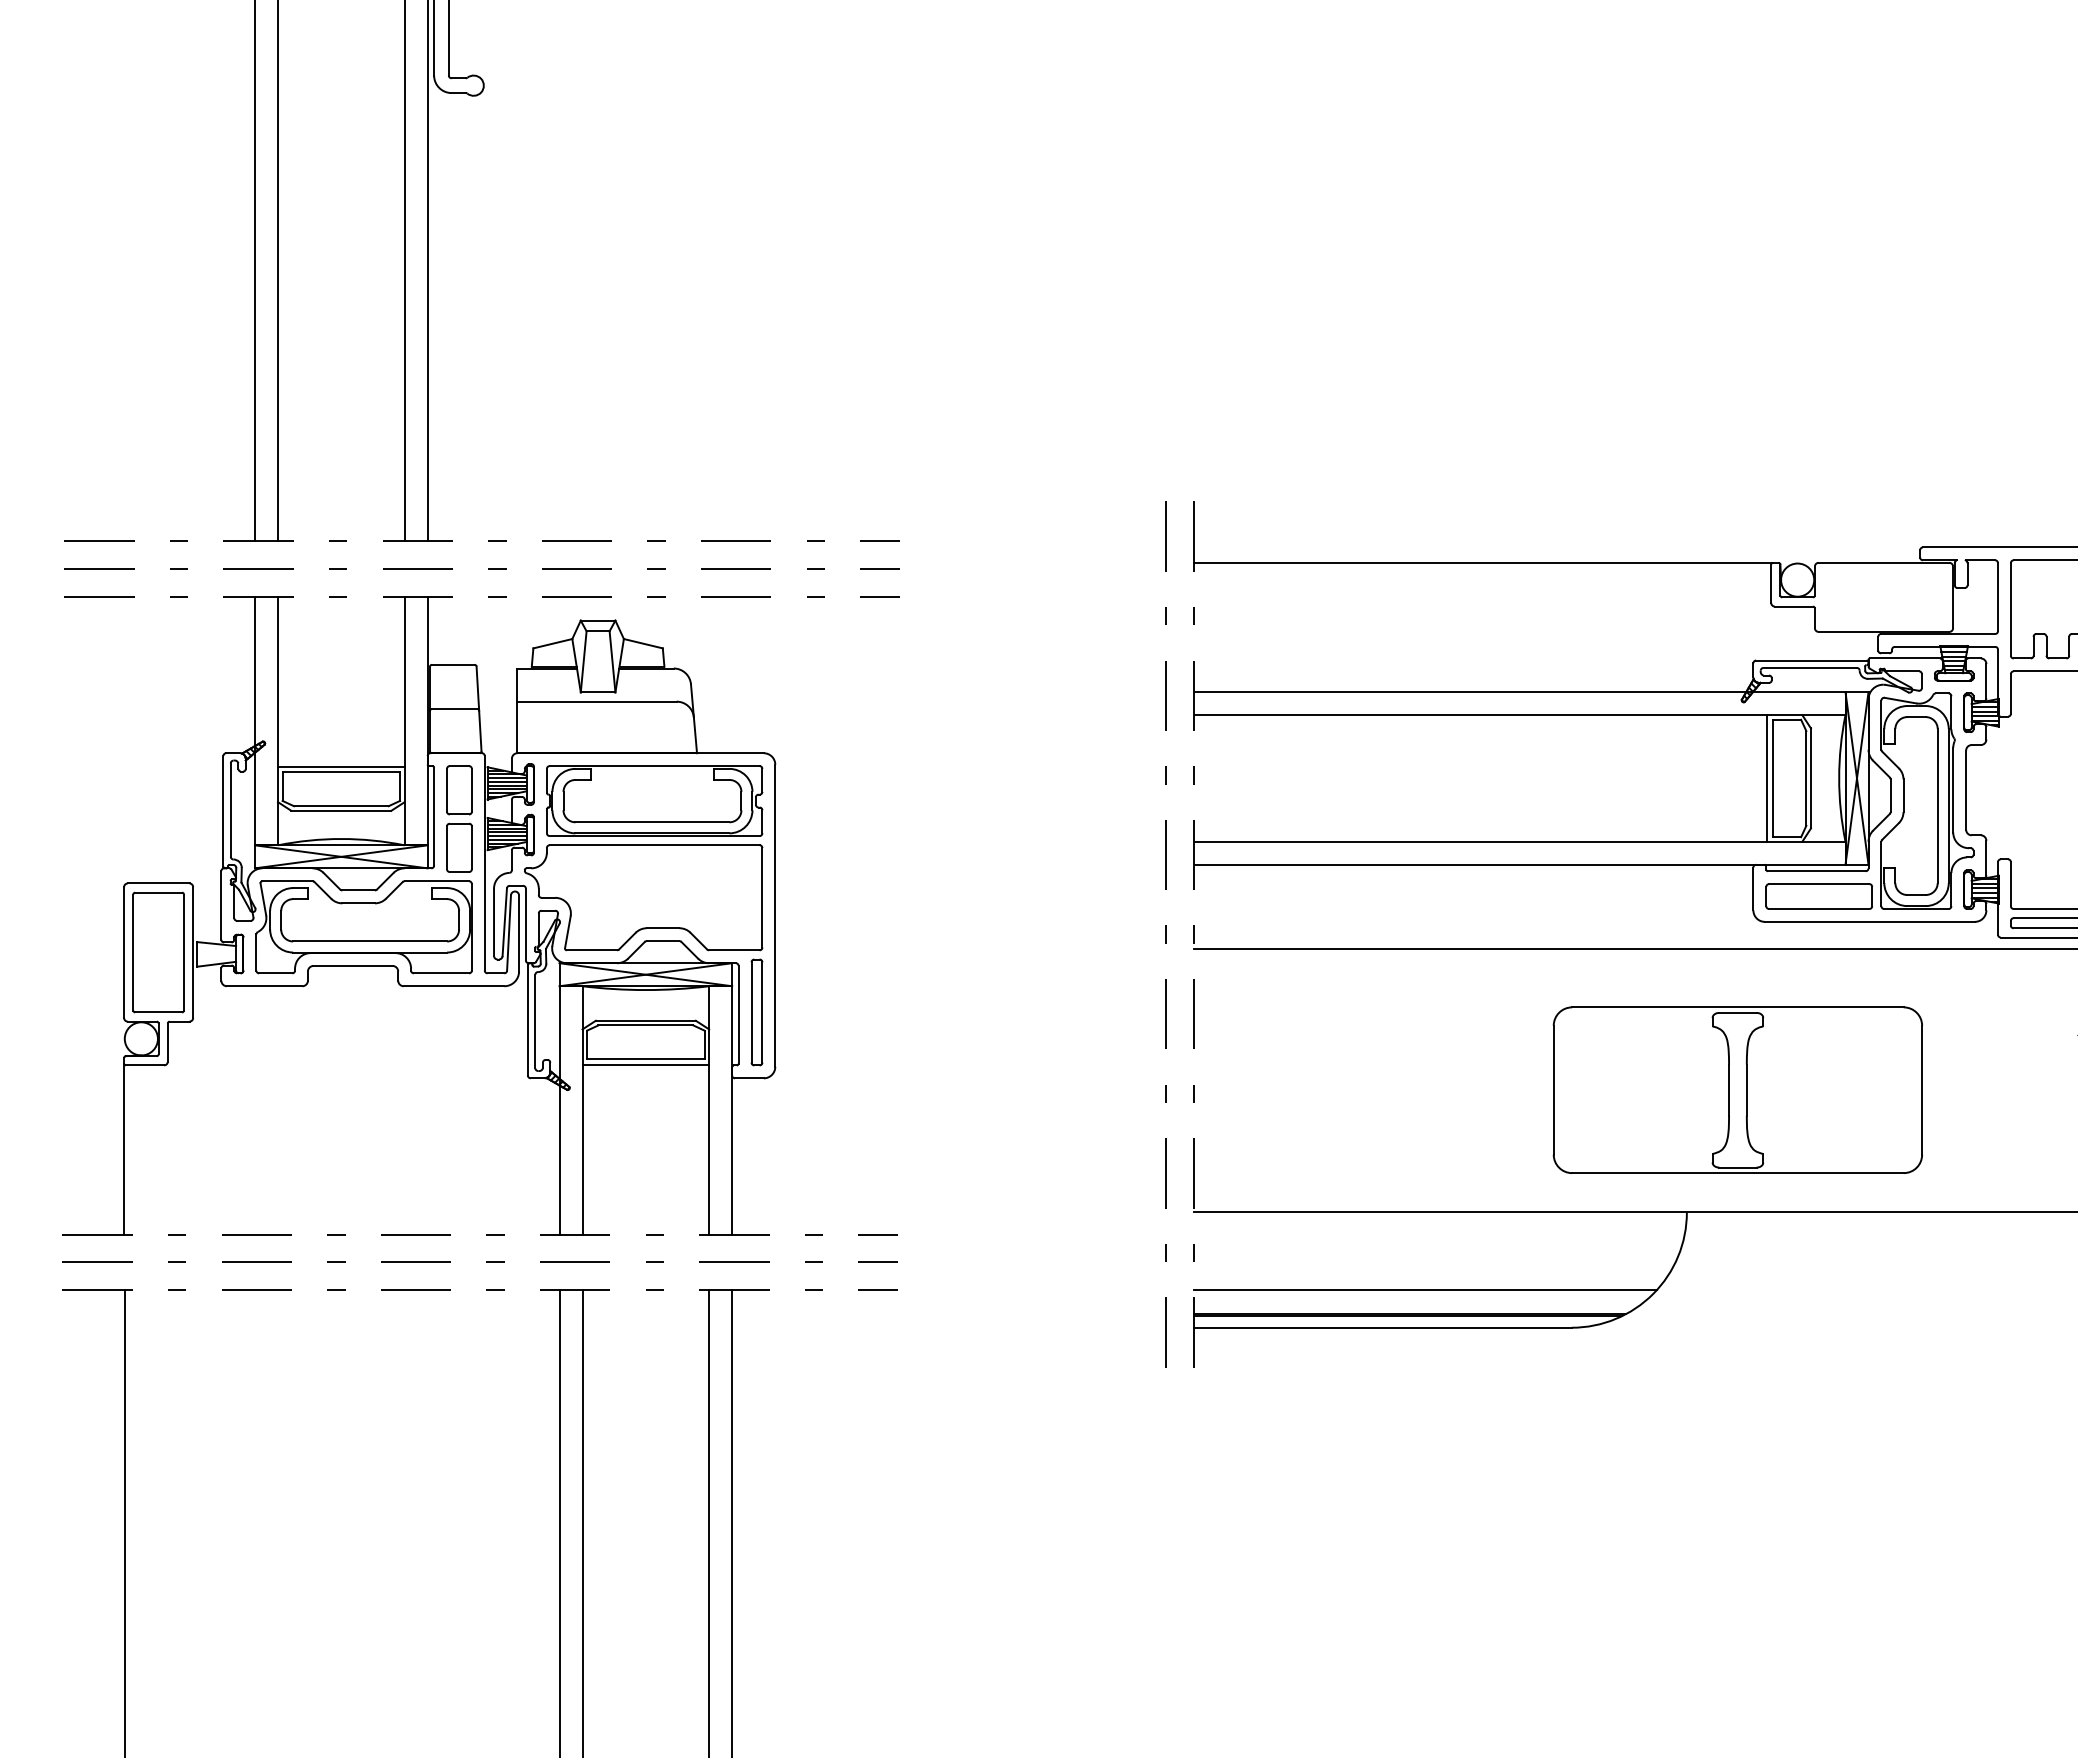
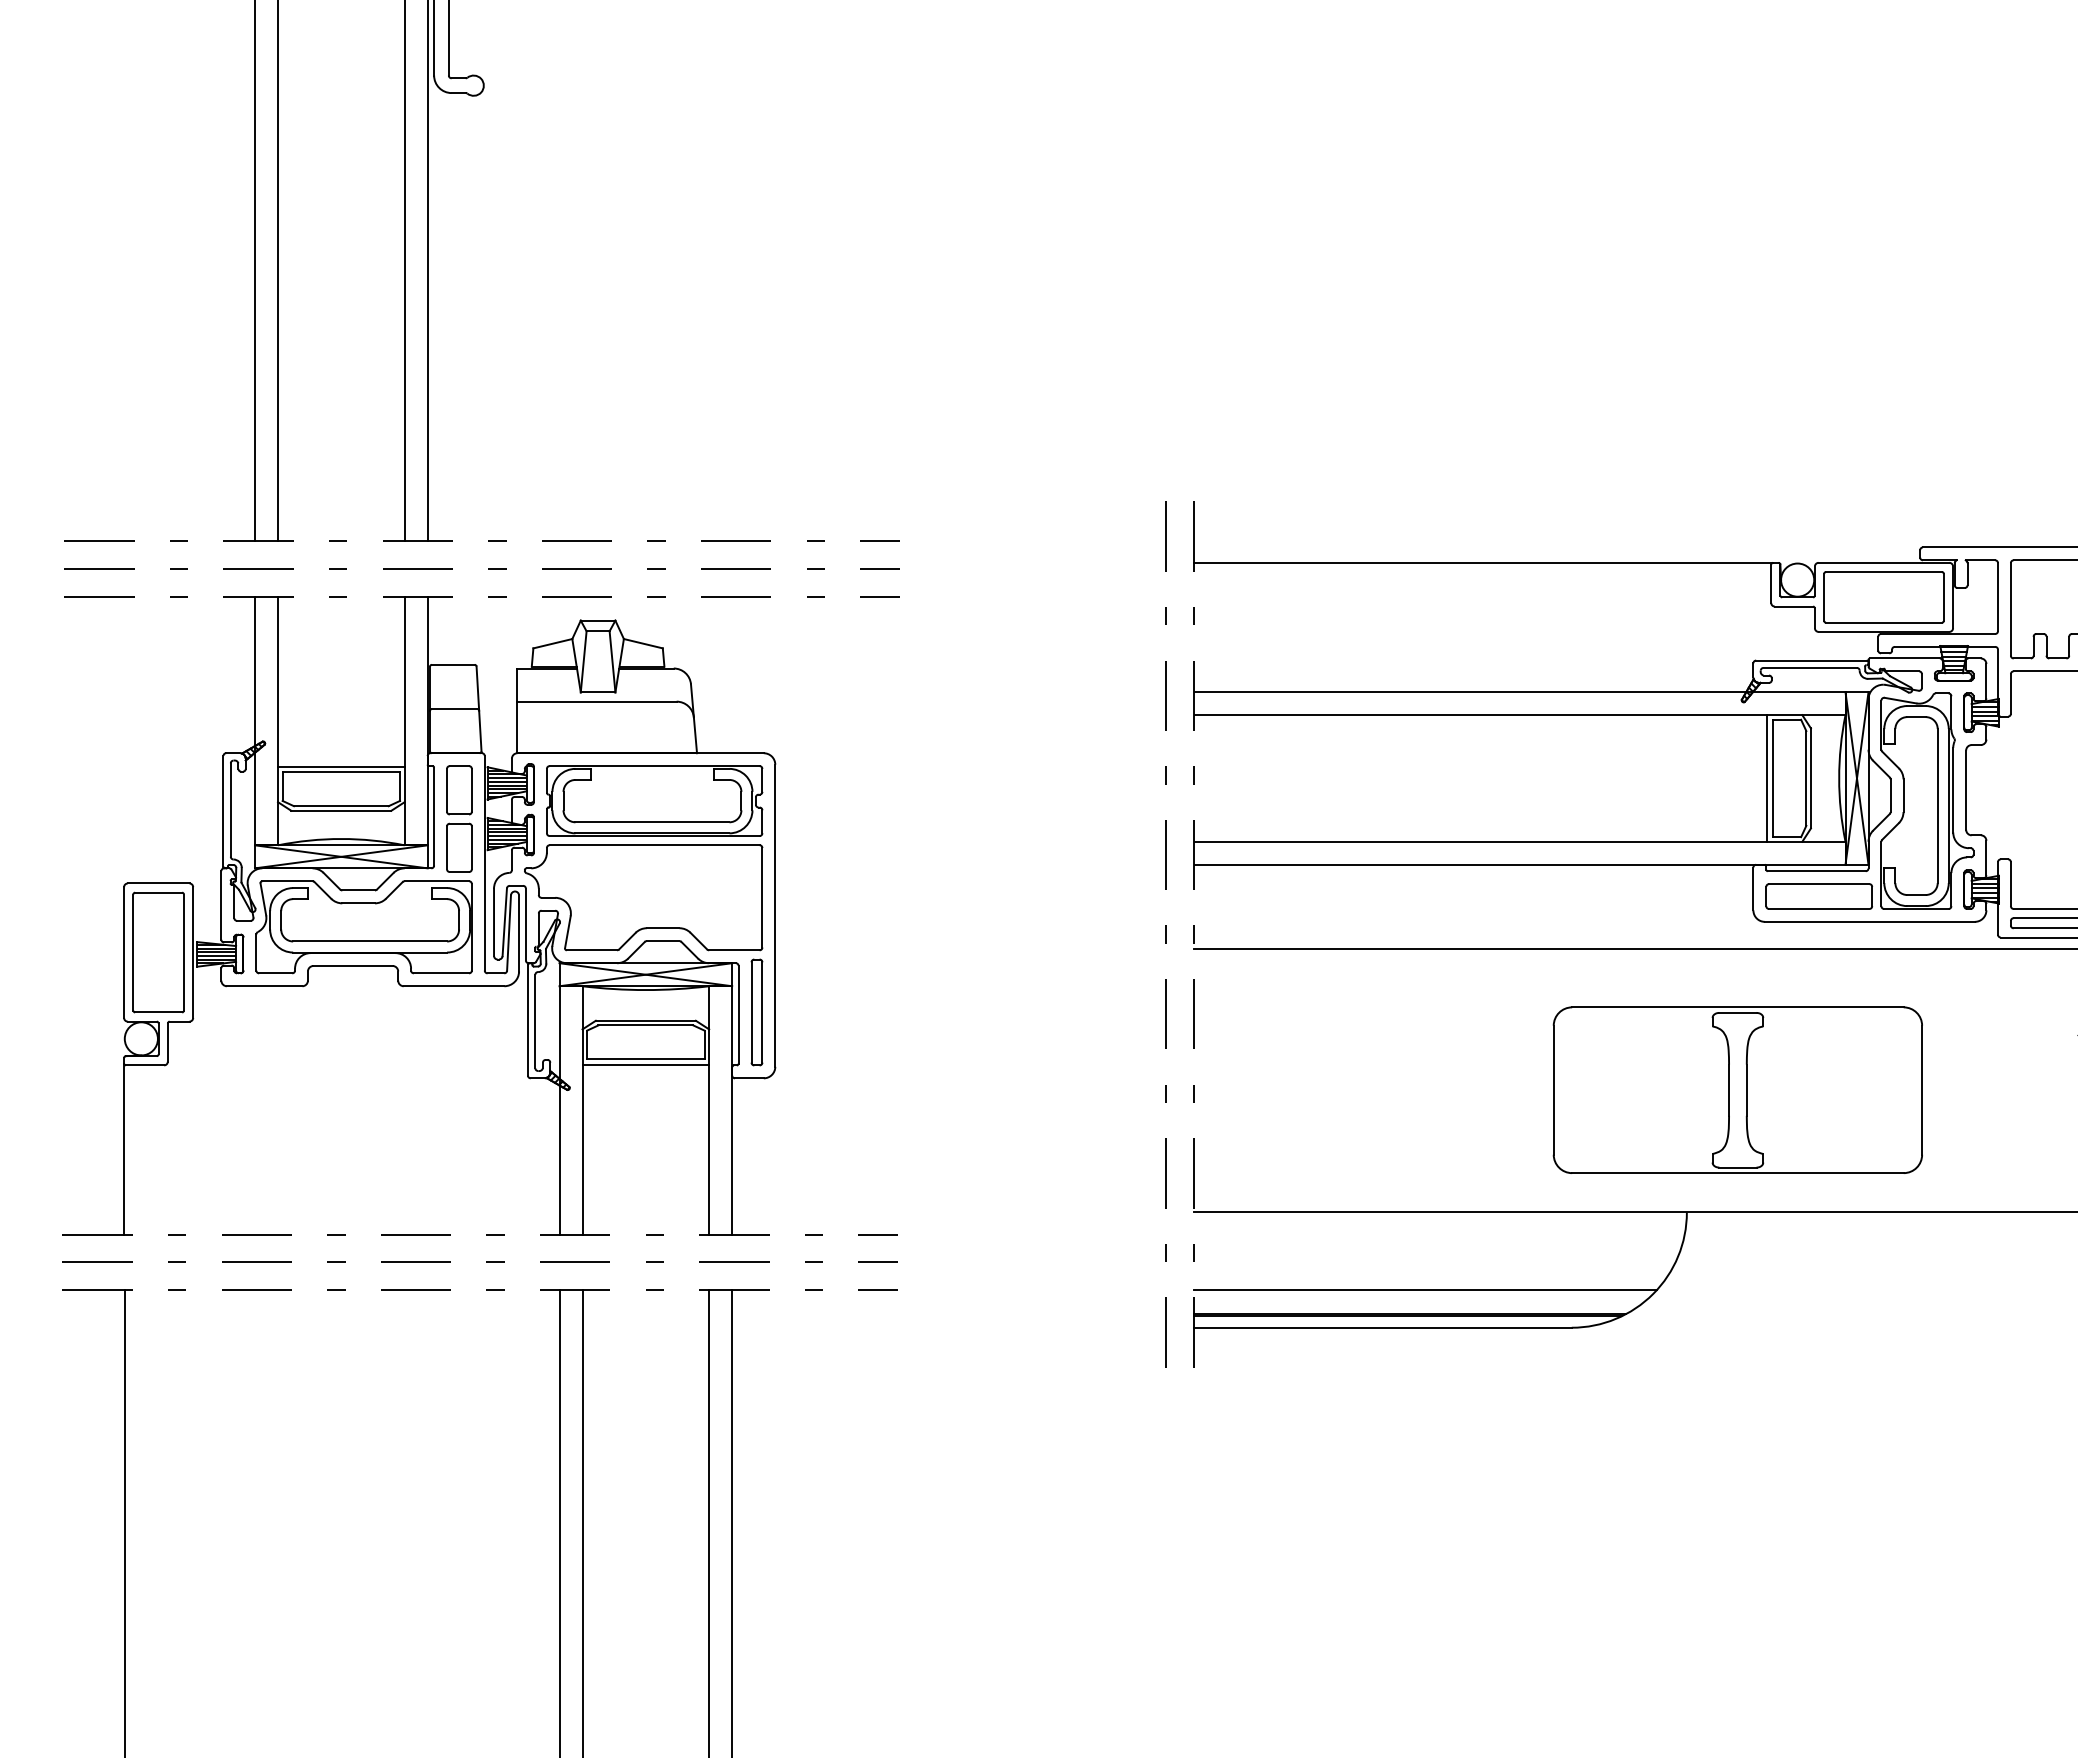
part at (1883, 597): none -> present
hatch at (216, 953): none -> present
